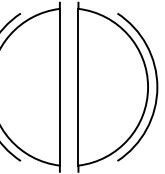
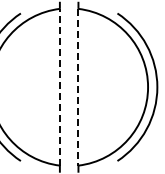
line at (59, 86): solid -> dashed
line at (78, 87): solid -> dashed
